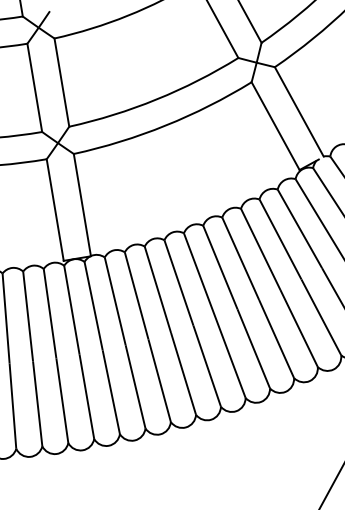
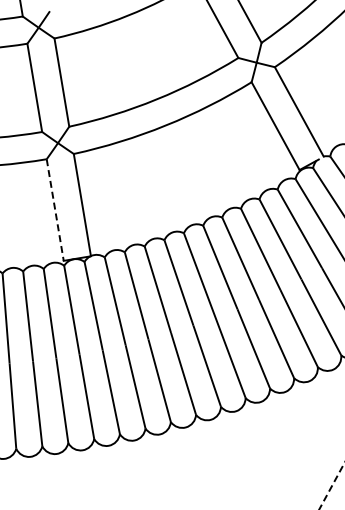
line at (55, 210): solid -> dashed
line at (332, 485): solid -> dashed
